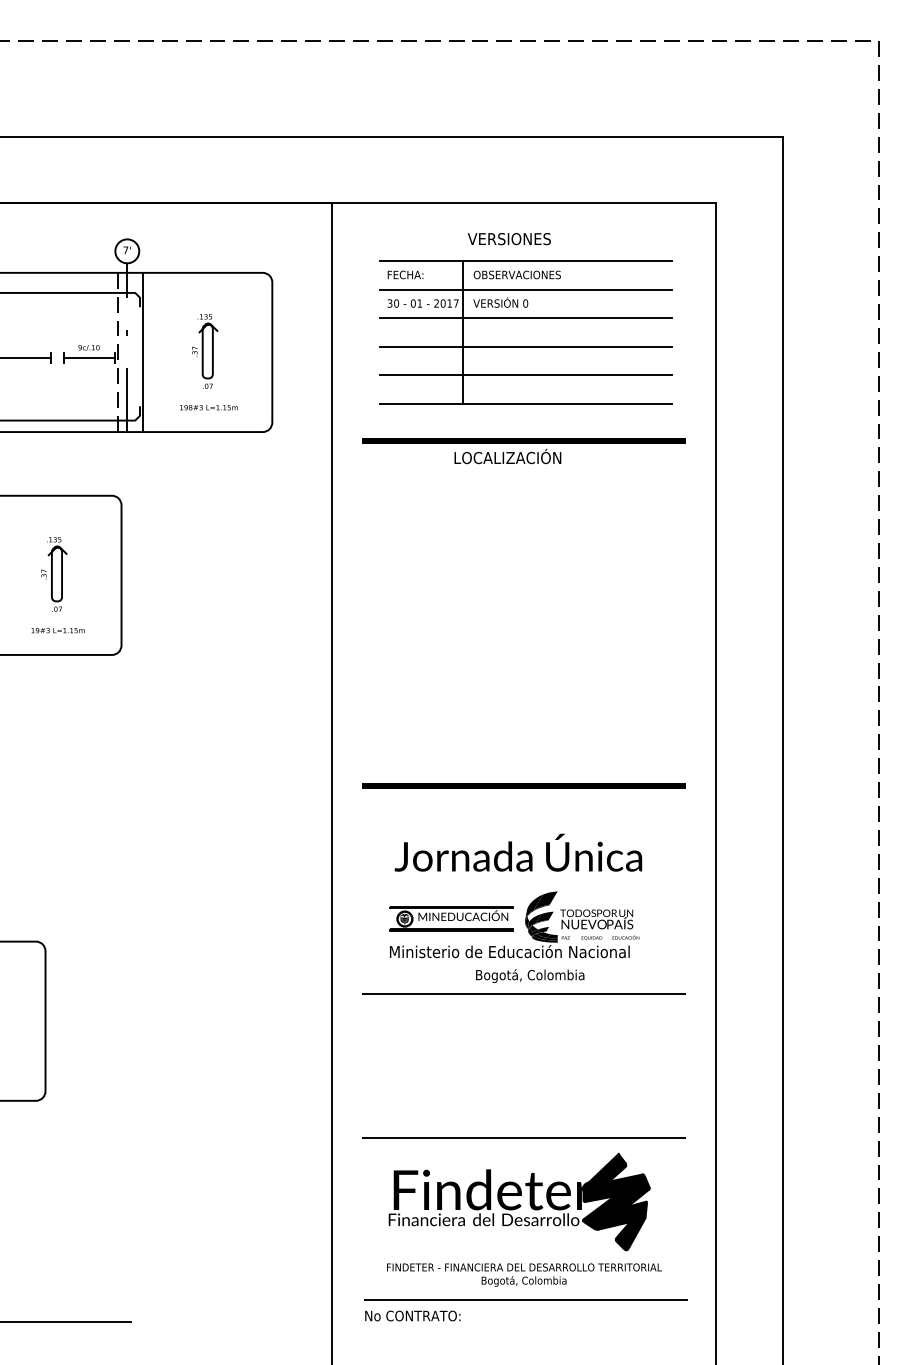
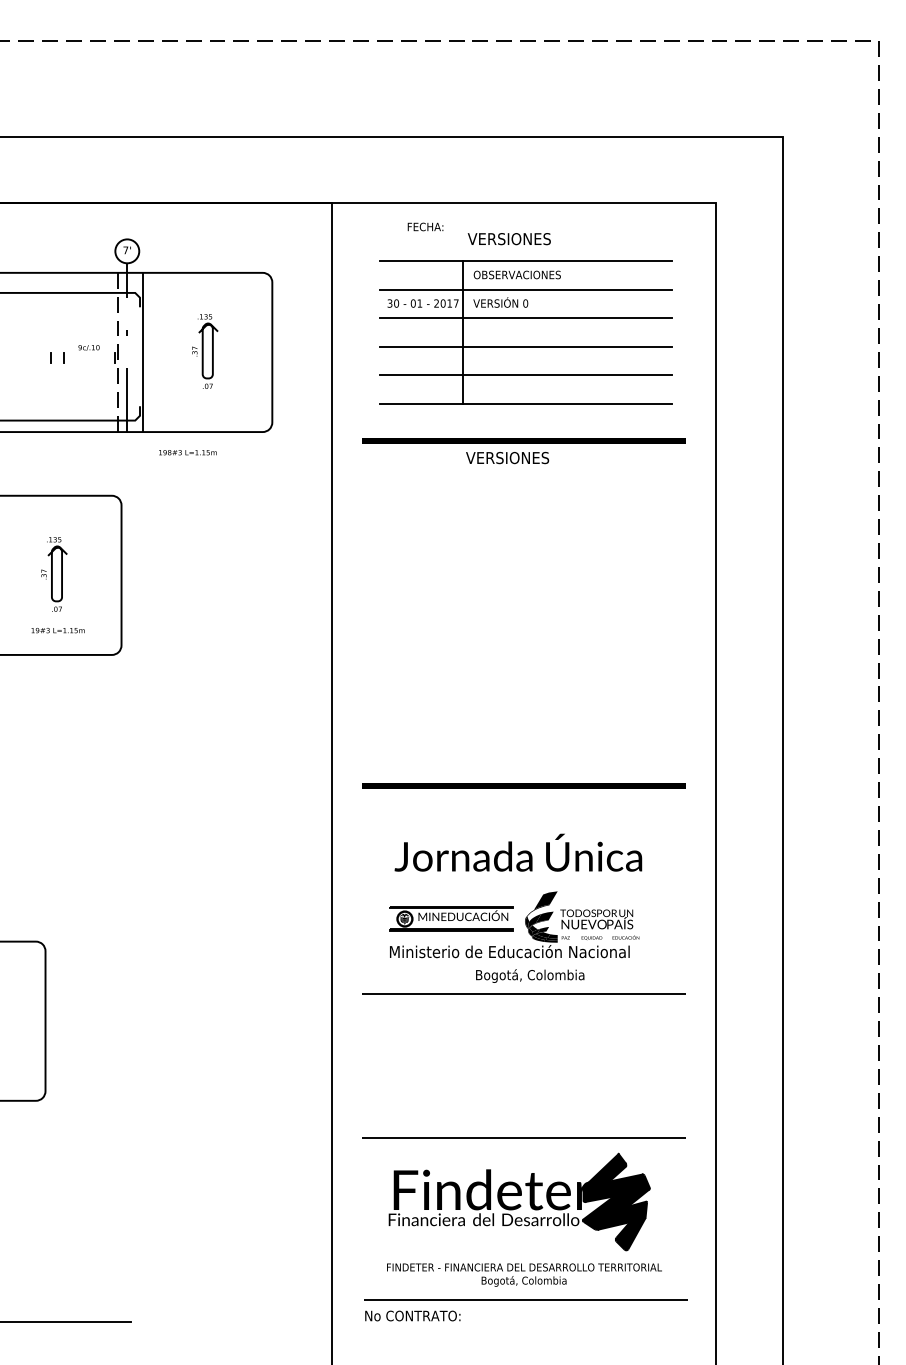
text at (405, 274) position: (405, 274) -> (425, 226)
line at (26, 357): present -> none
line at (88, 357): present -> none
text at (208, 407) position: (208, 407) -> (187, 452)
text at (507, 456): LOCALIZACIÓN -> VERSIONES
fill at (534, 905): present -> none
